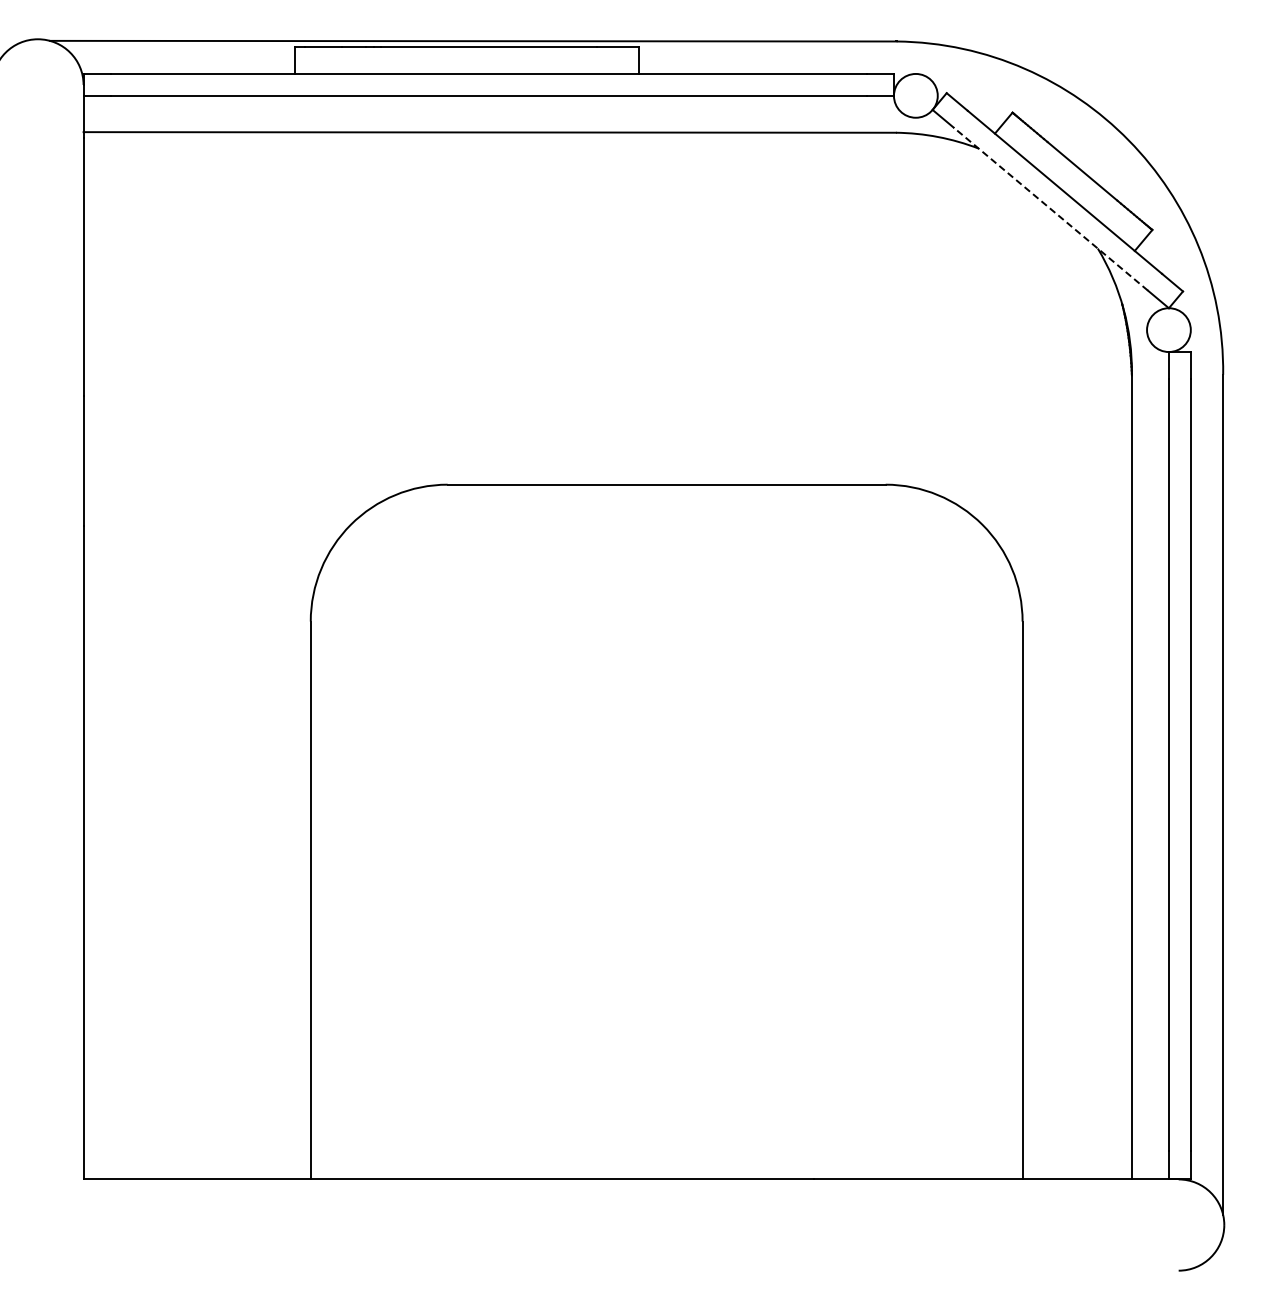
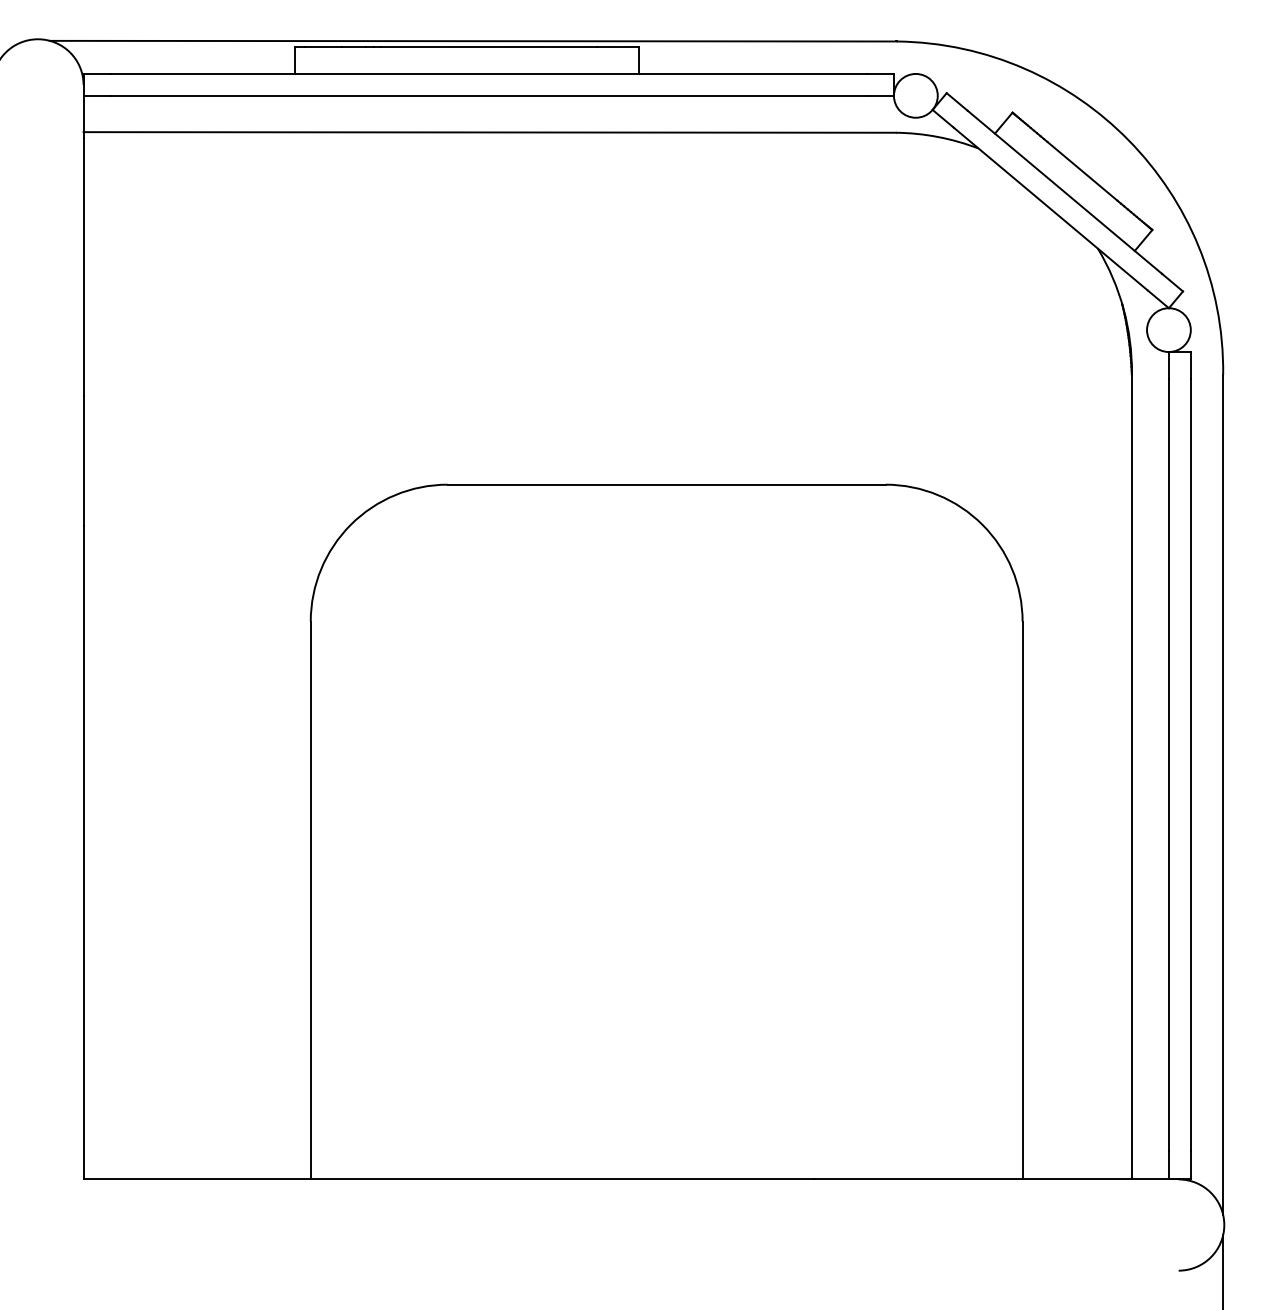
line at (1050, 209): dashed -> solid
line at (1223, 1270): none -> present
